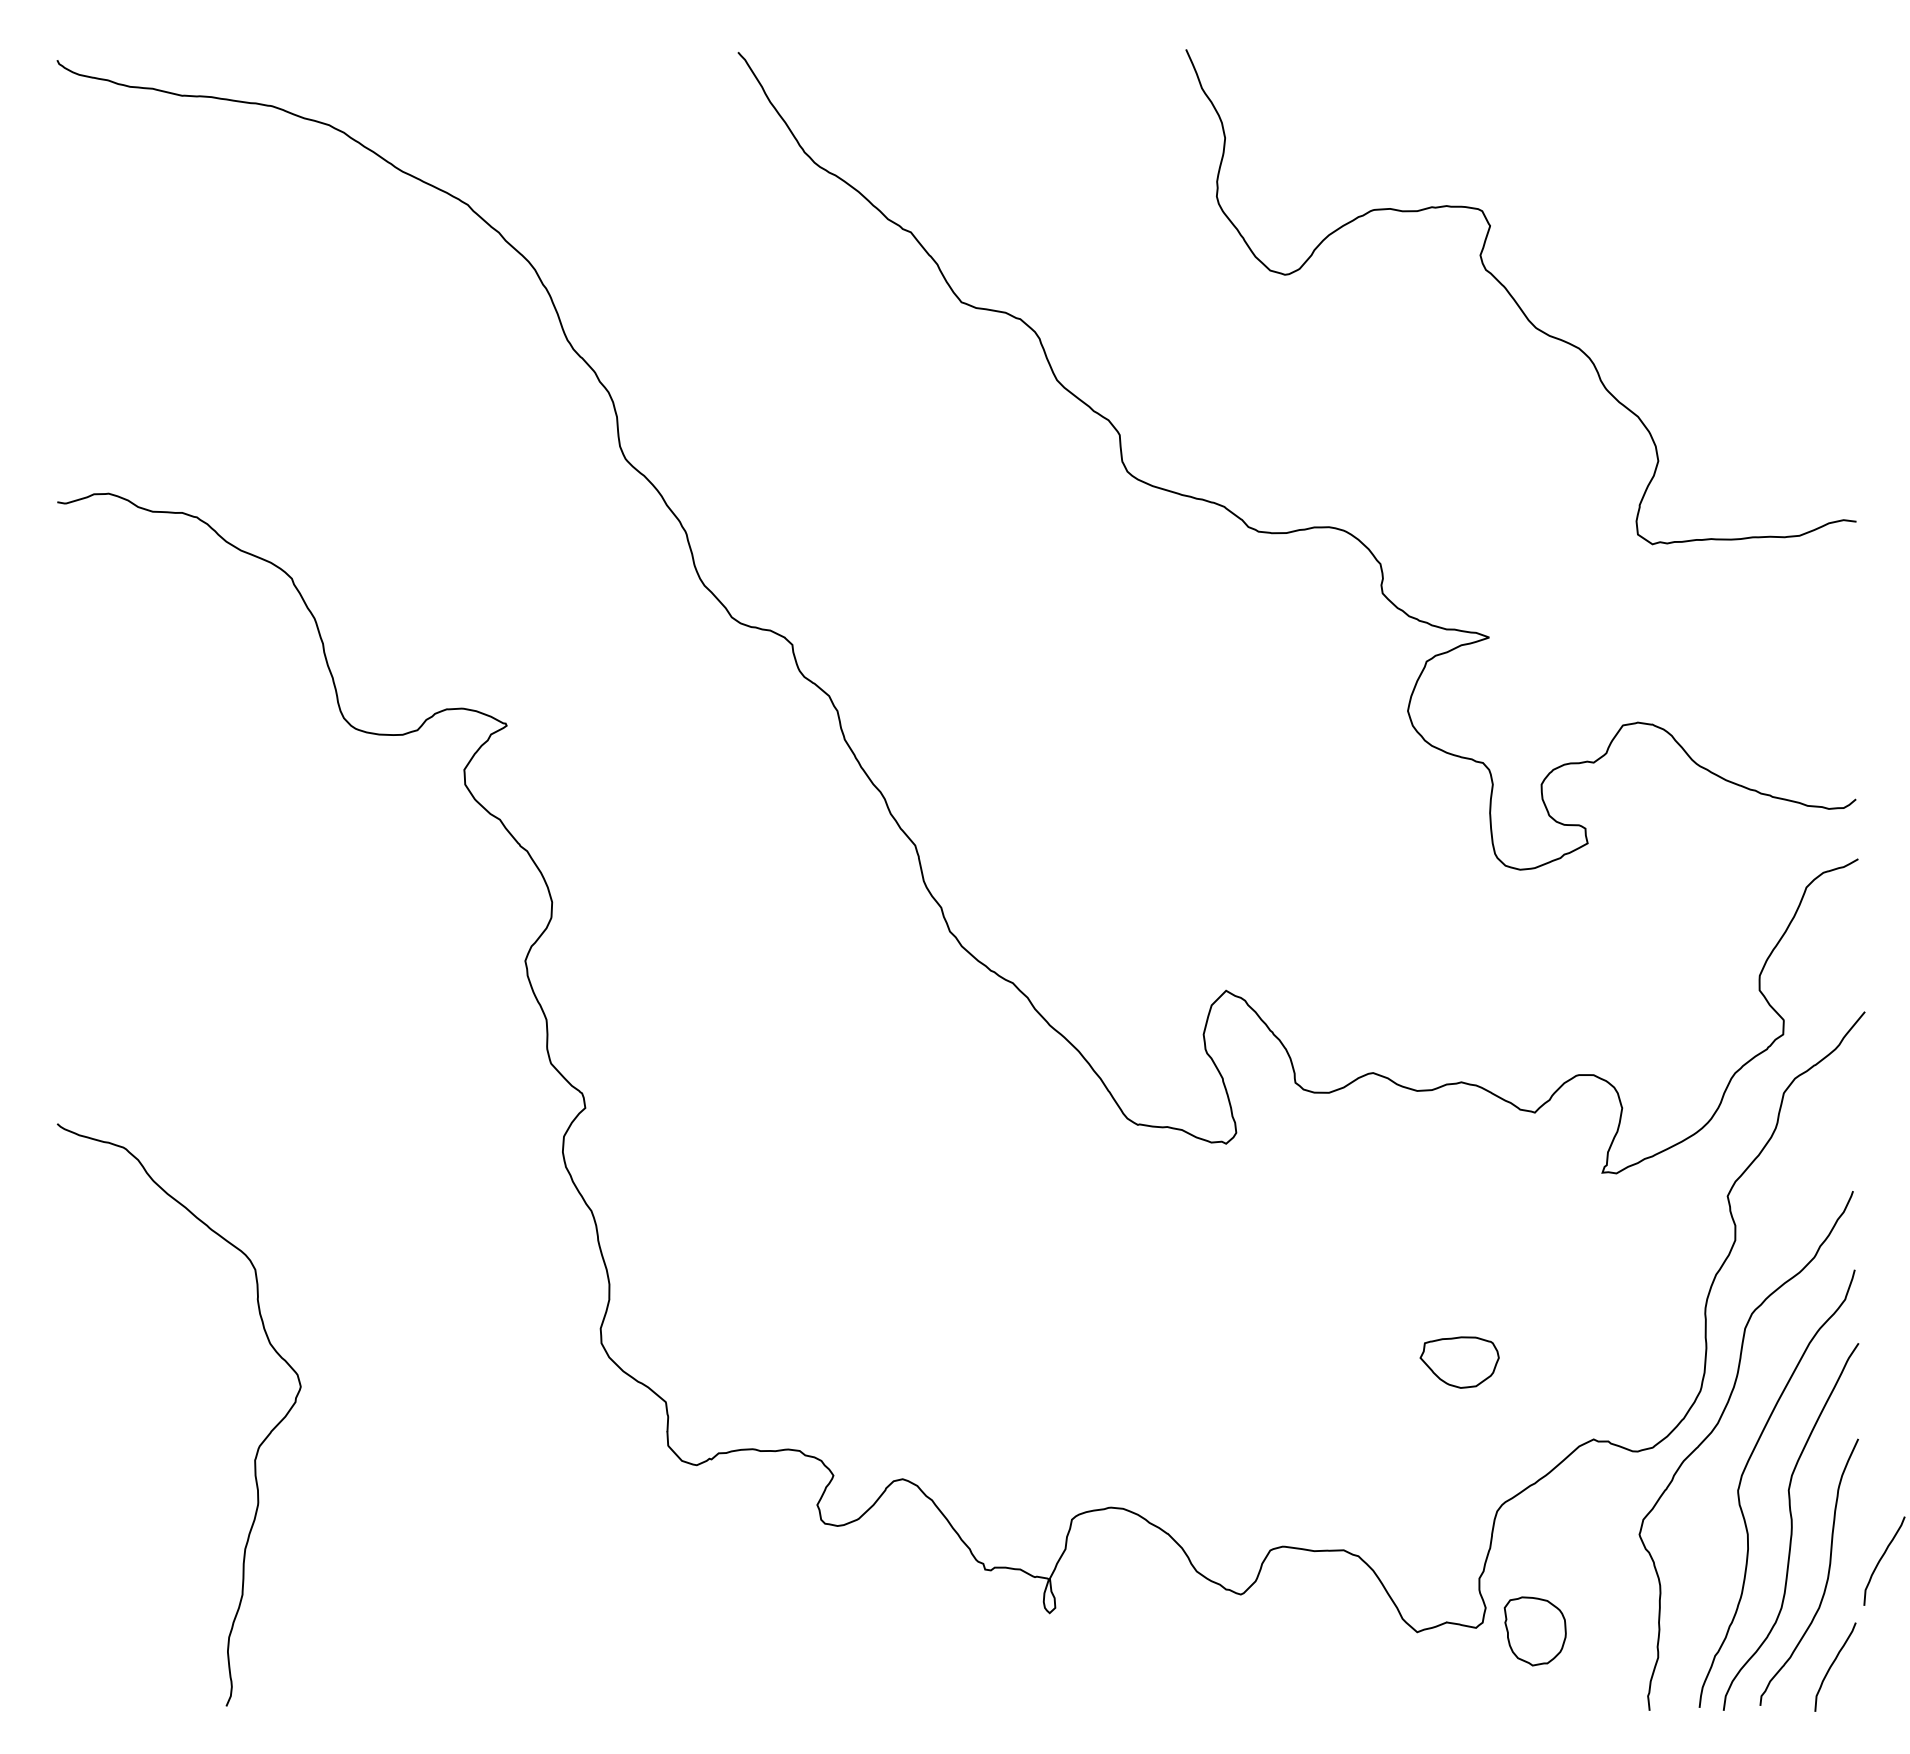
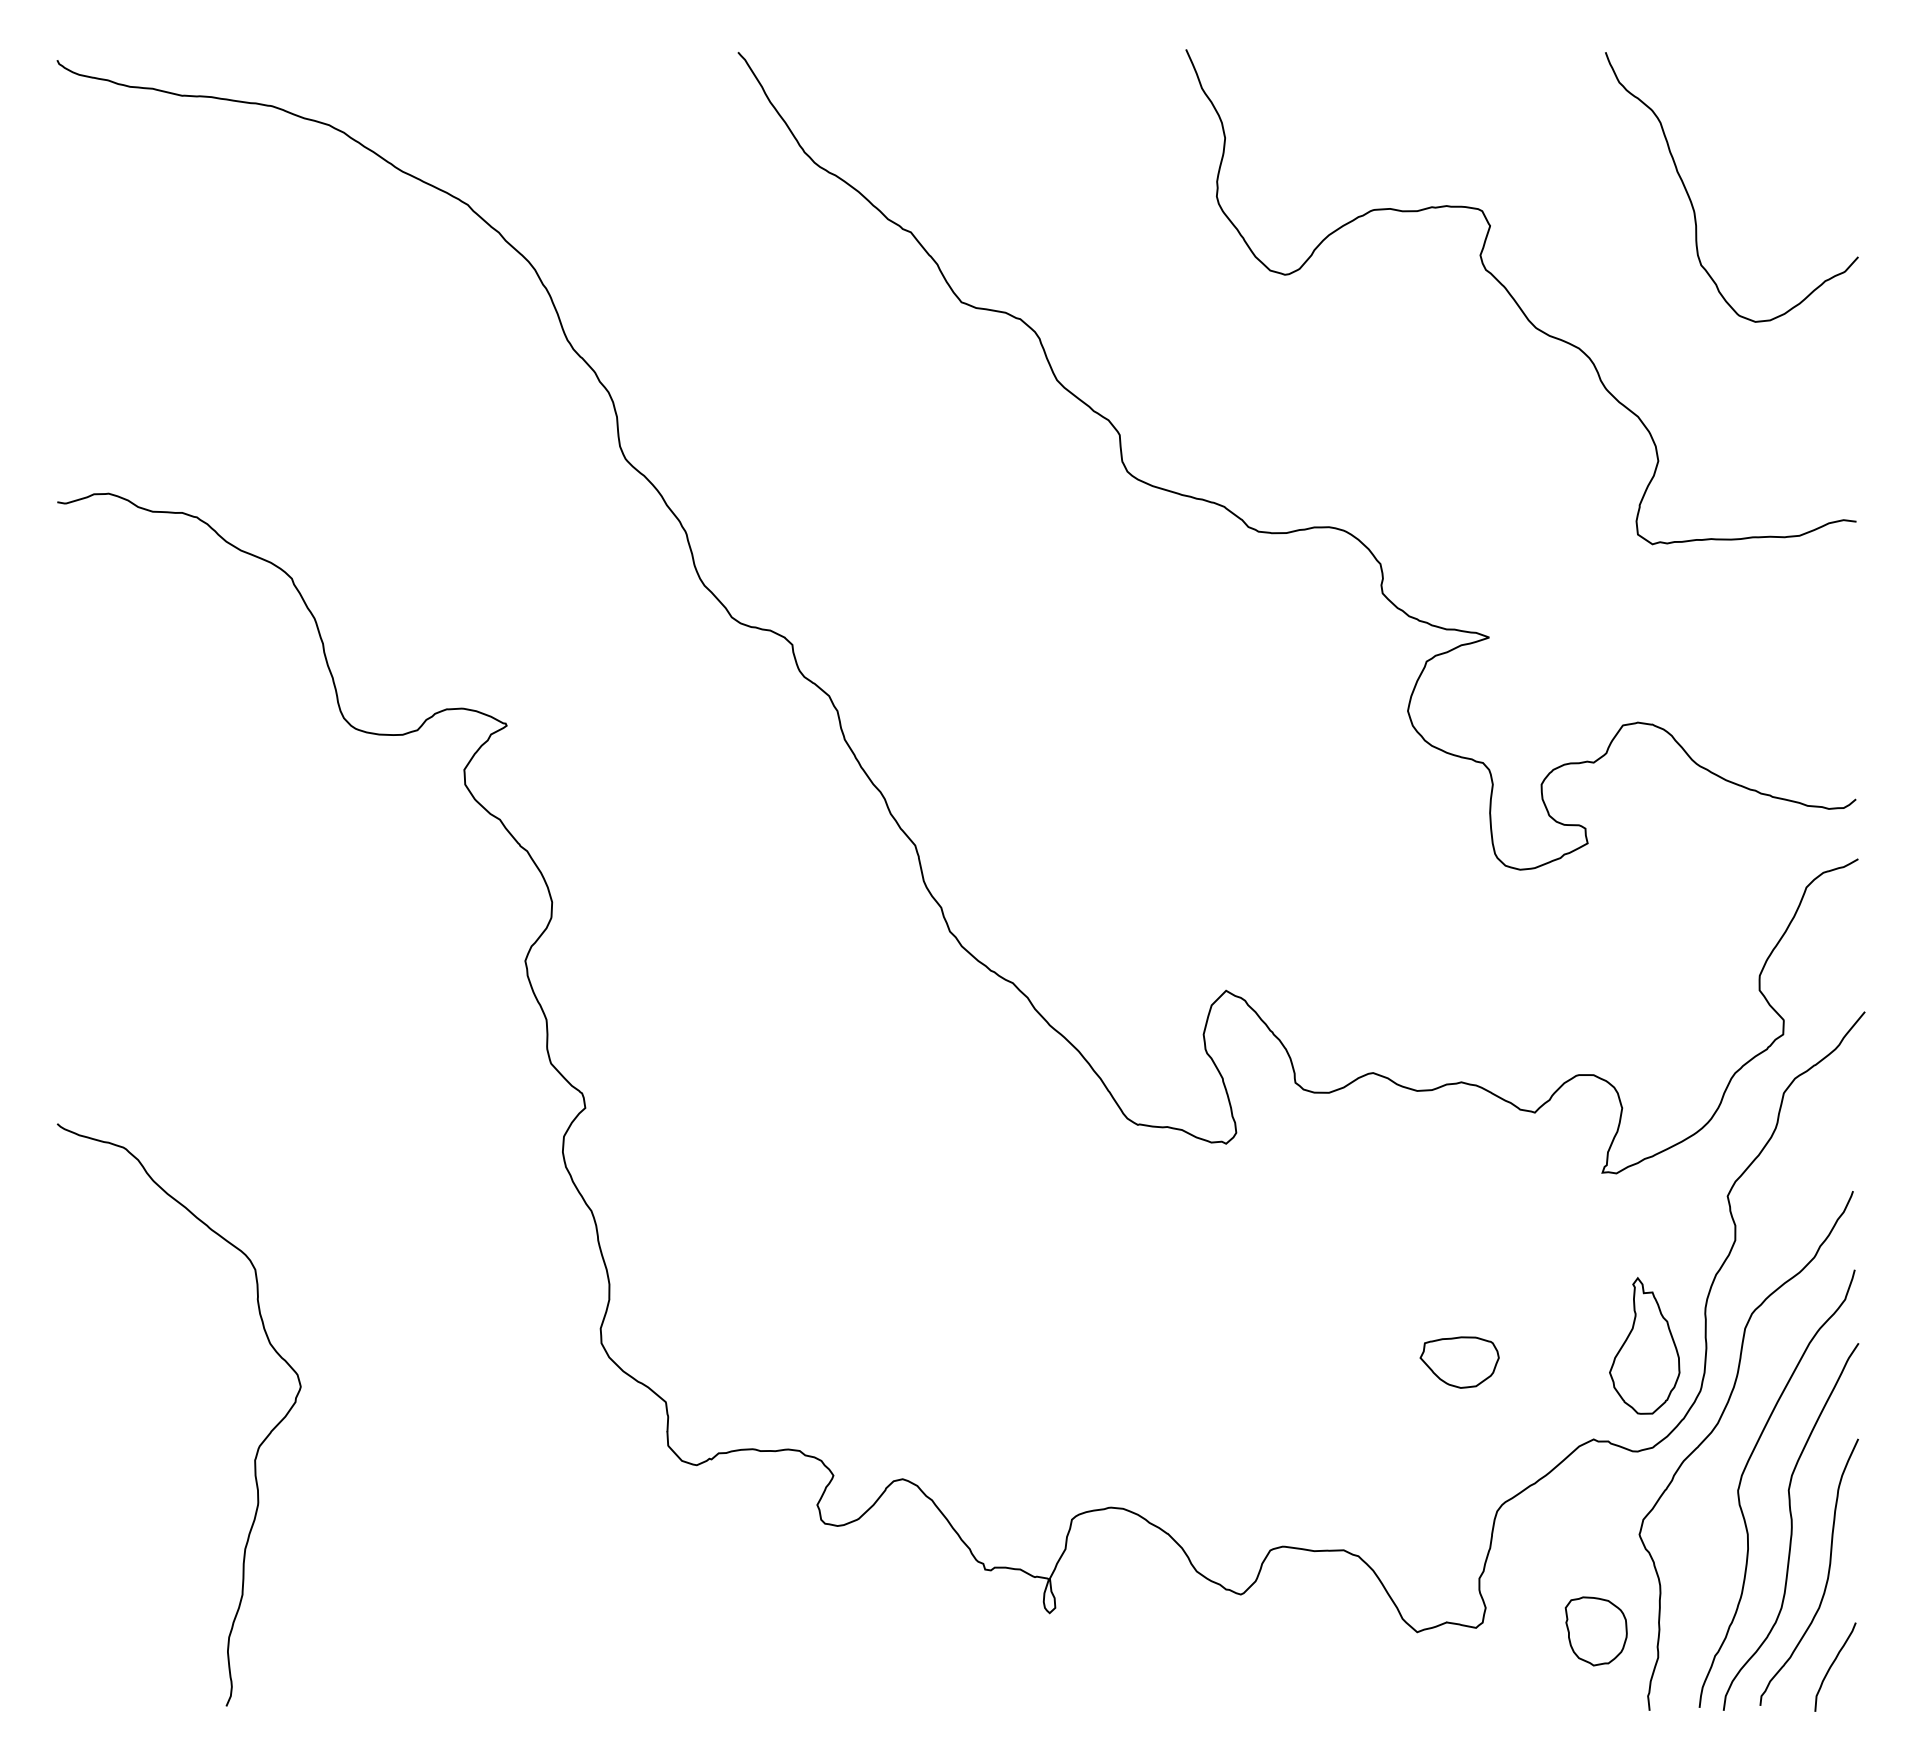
curve at (1692, 202): none -> present
part at (1644, 1345): none -> present
curve at (1882, 1558): present -> none
part at (1534, 1631) position: (1534, 1631) -> (1595, 1631)
